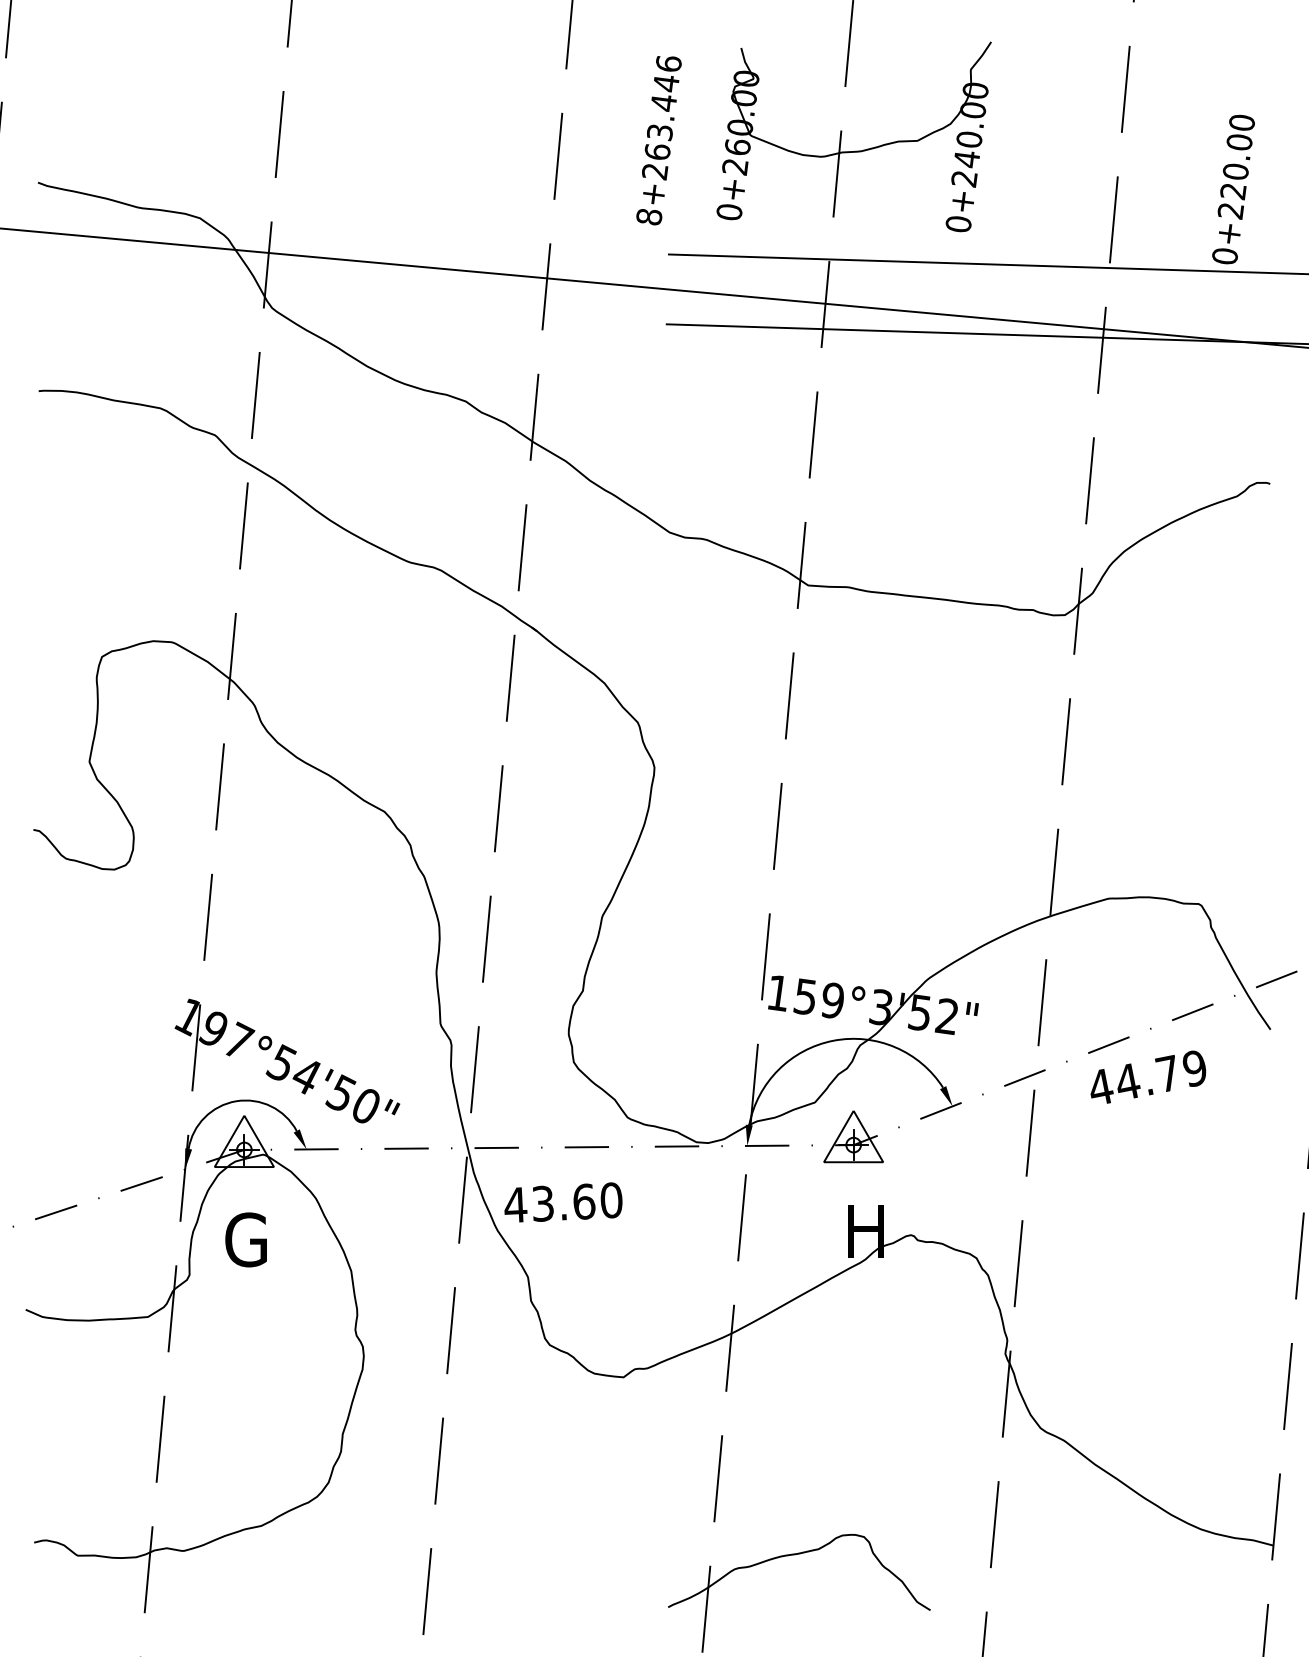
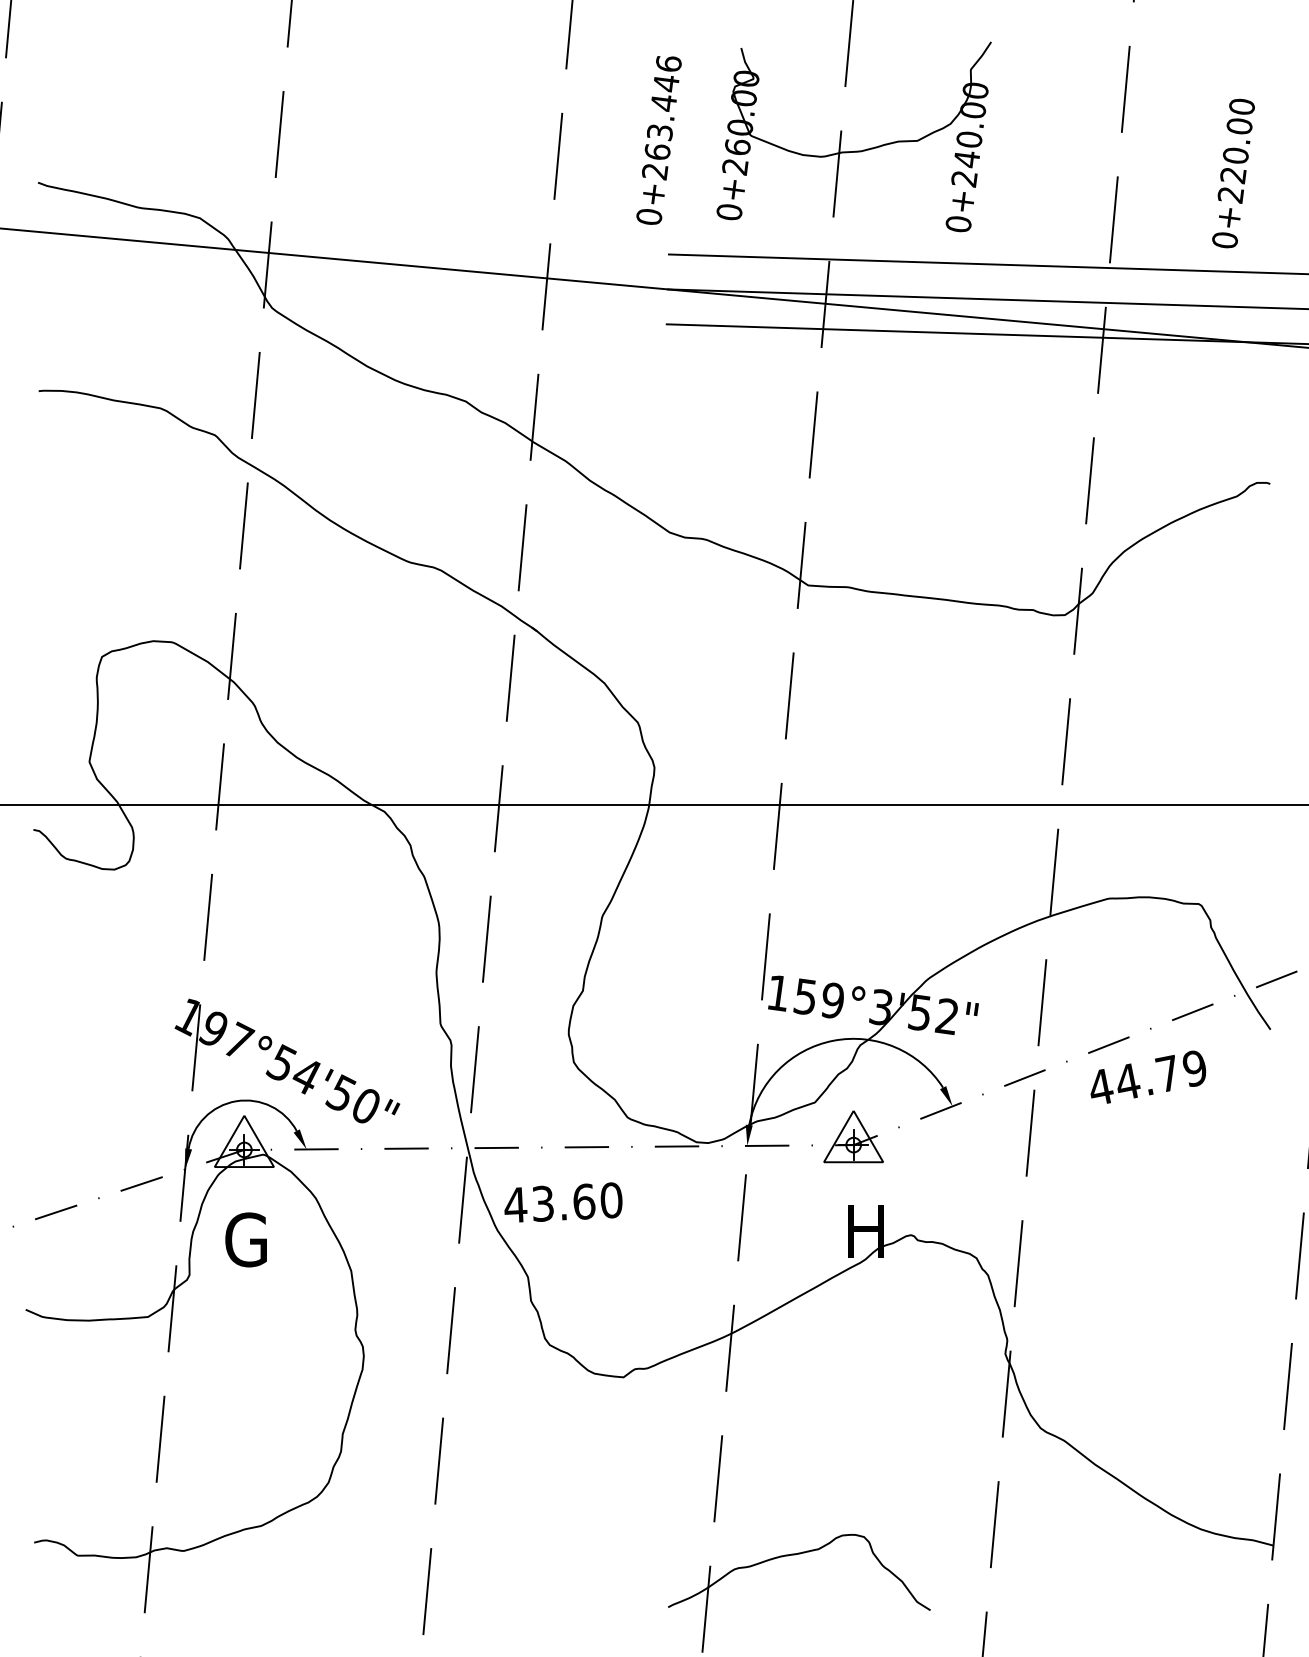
text at (1233, 189) position: (1233, 189) -> (1233, 173)
text at (649, 217): 8+263.446 -> 0+263.446
line at (986, 299): none -> present
line at (653, 805): none -> present
